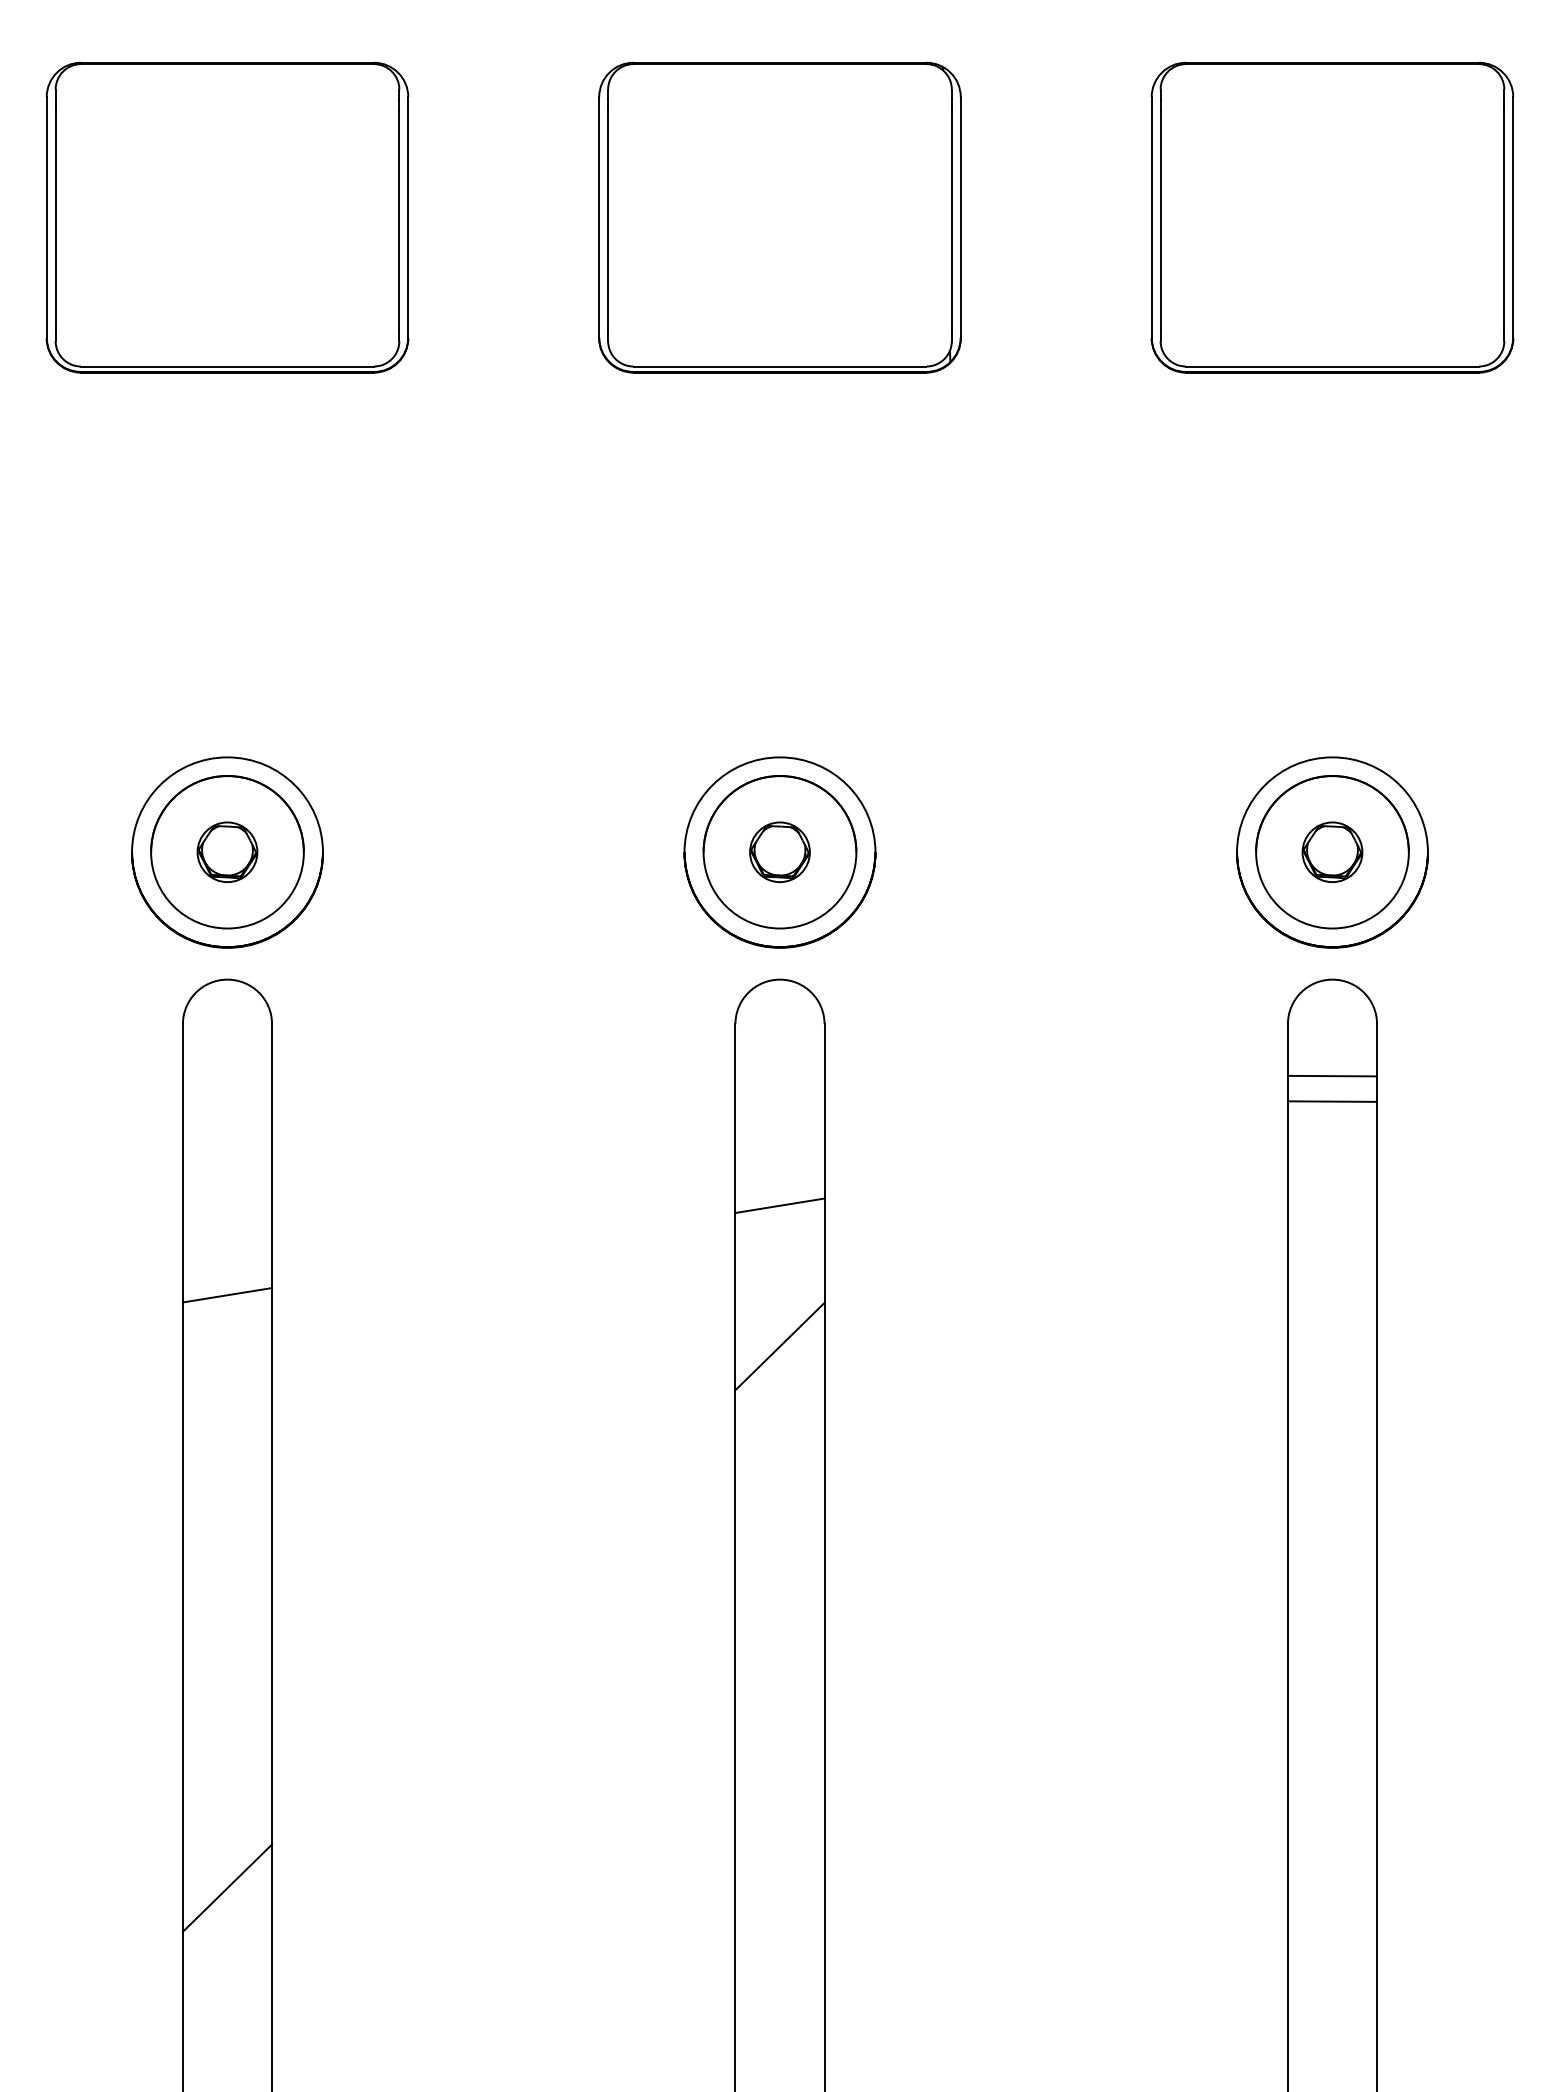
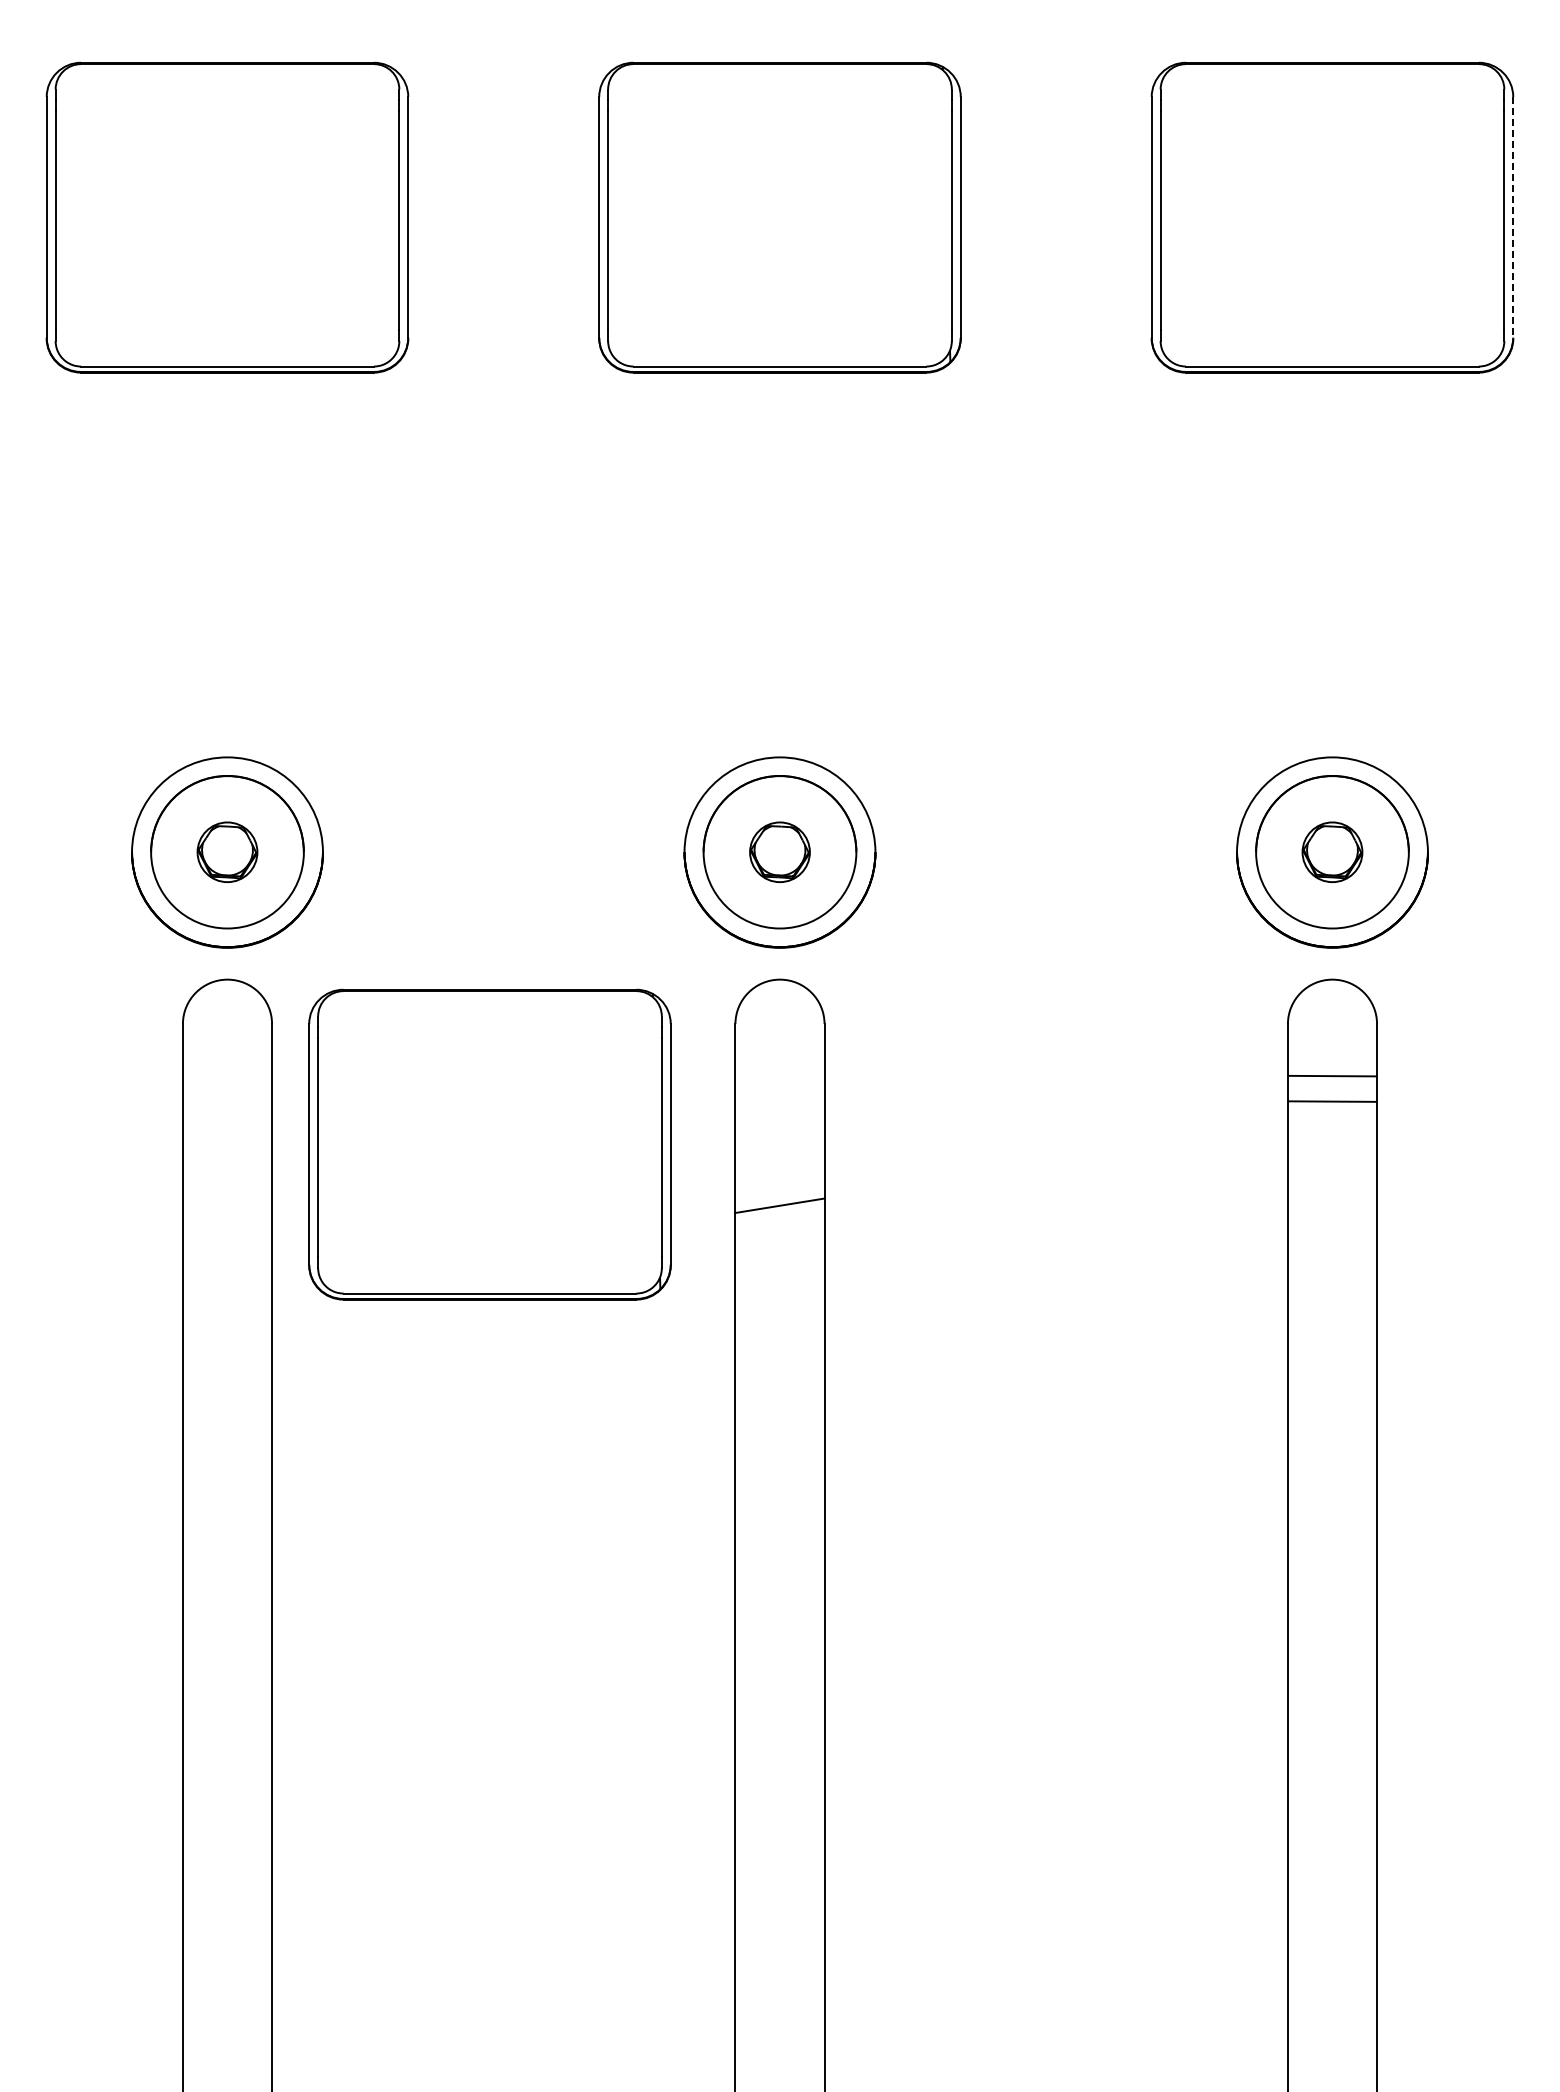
line at (1513, 217): solid -> dashed
part at (489, 1144): none -> present
line at (227, 1295): present -> none
line at (779, 1346): present -> none
line at (227, 1887): present -> none
